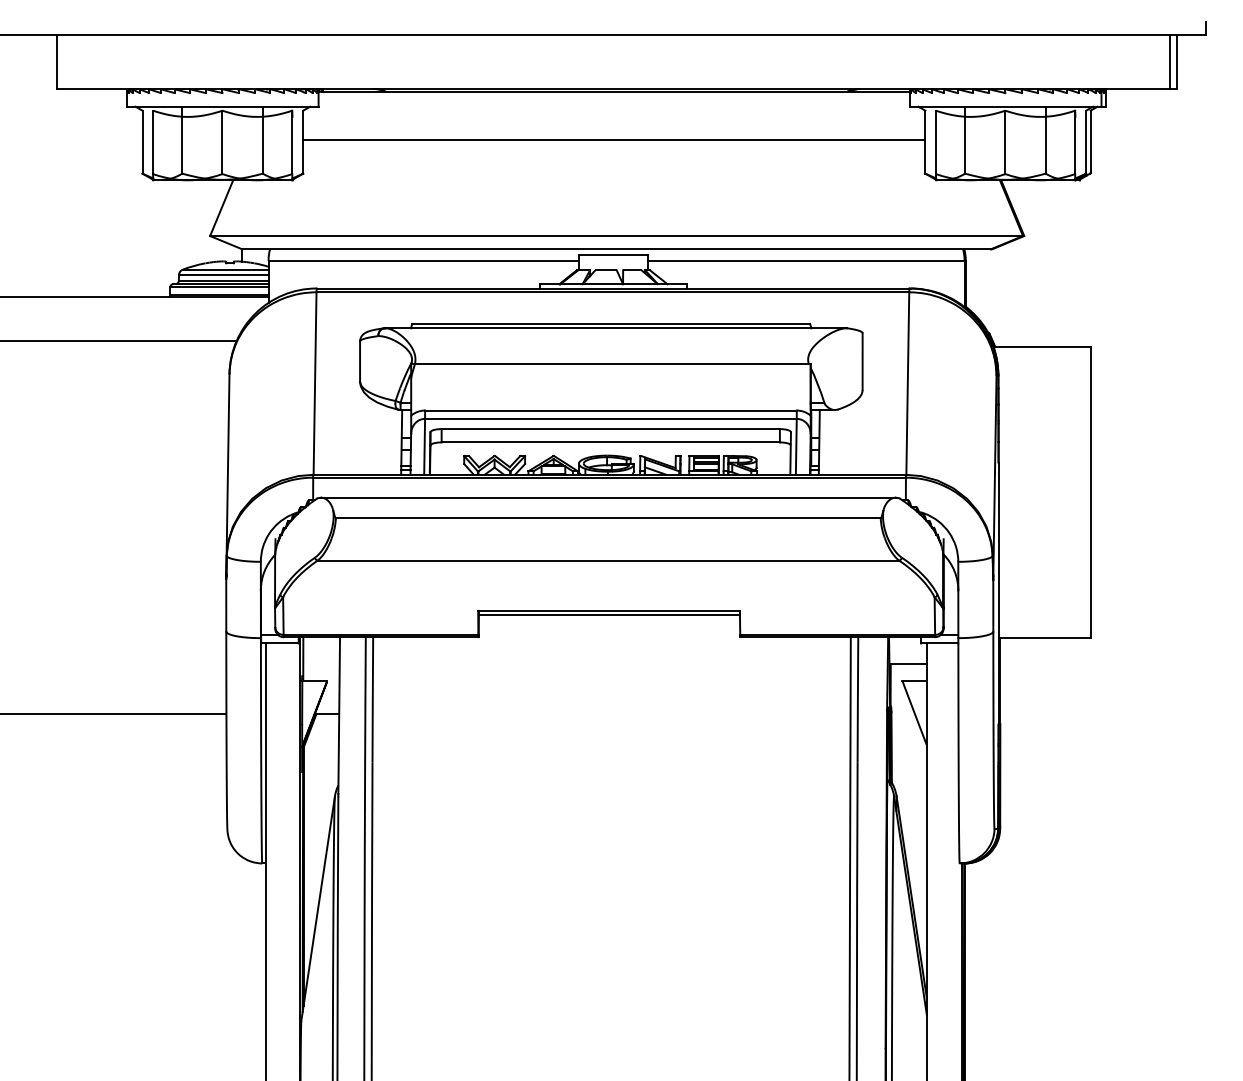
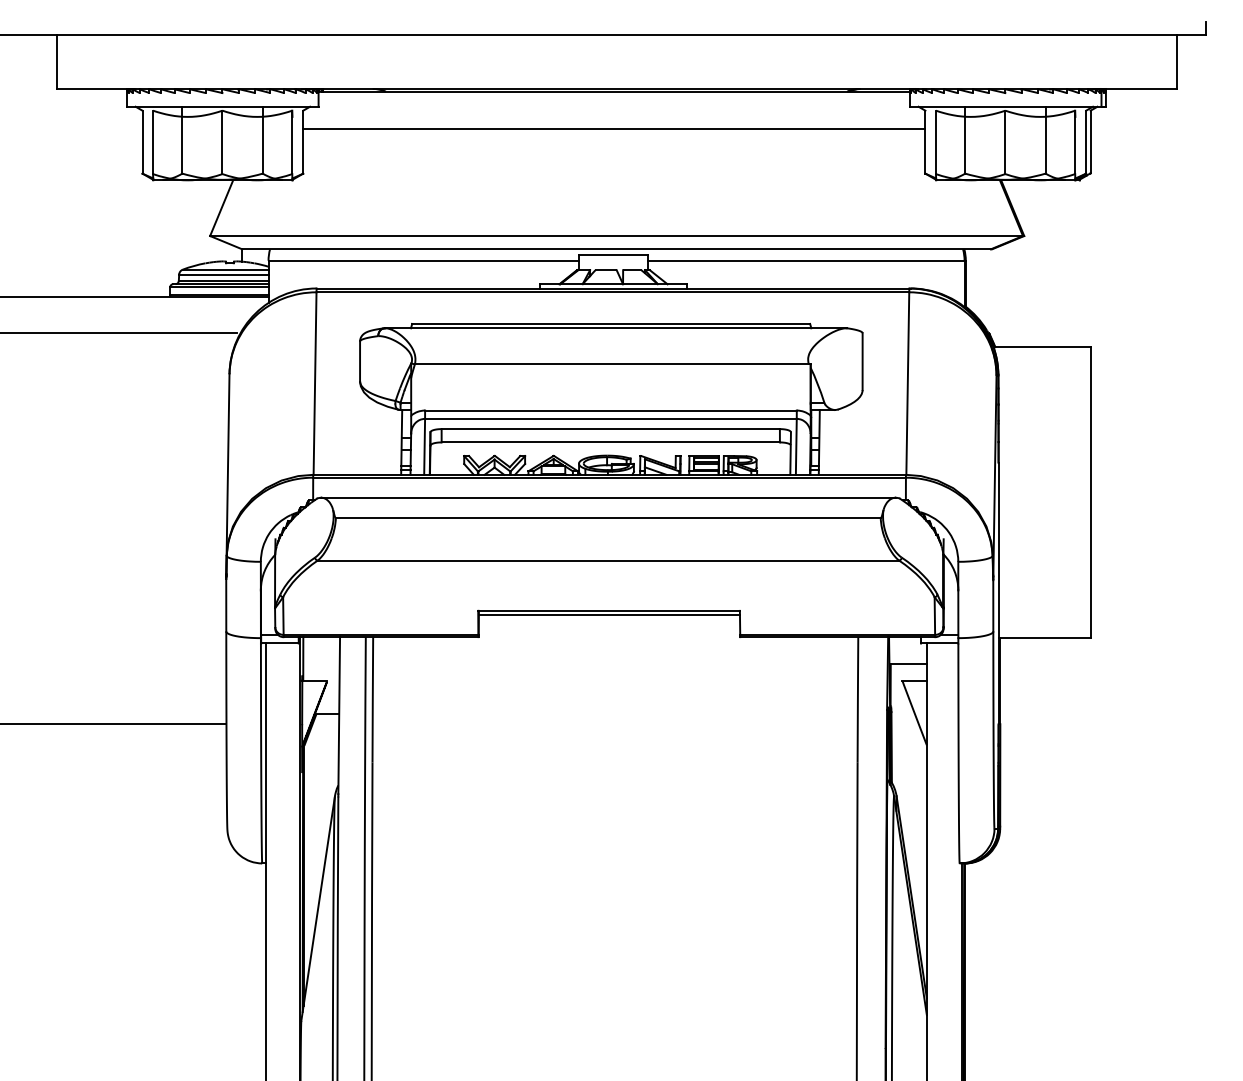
line at (1170, 61): present -> none
line at (614, 140) position: (614, 140) -> (614, 129)
line at (119, 340) position: (119, 340) -> (119, 332)
line at (114, 714) position: (114, 714) -> (114, 724)
line at (849, 856): present -> none
